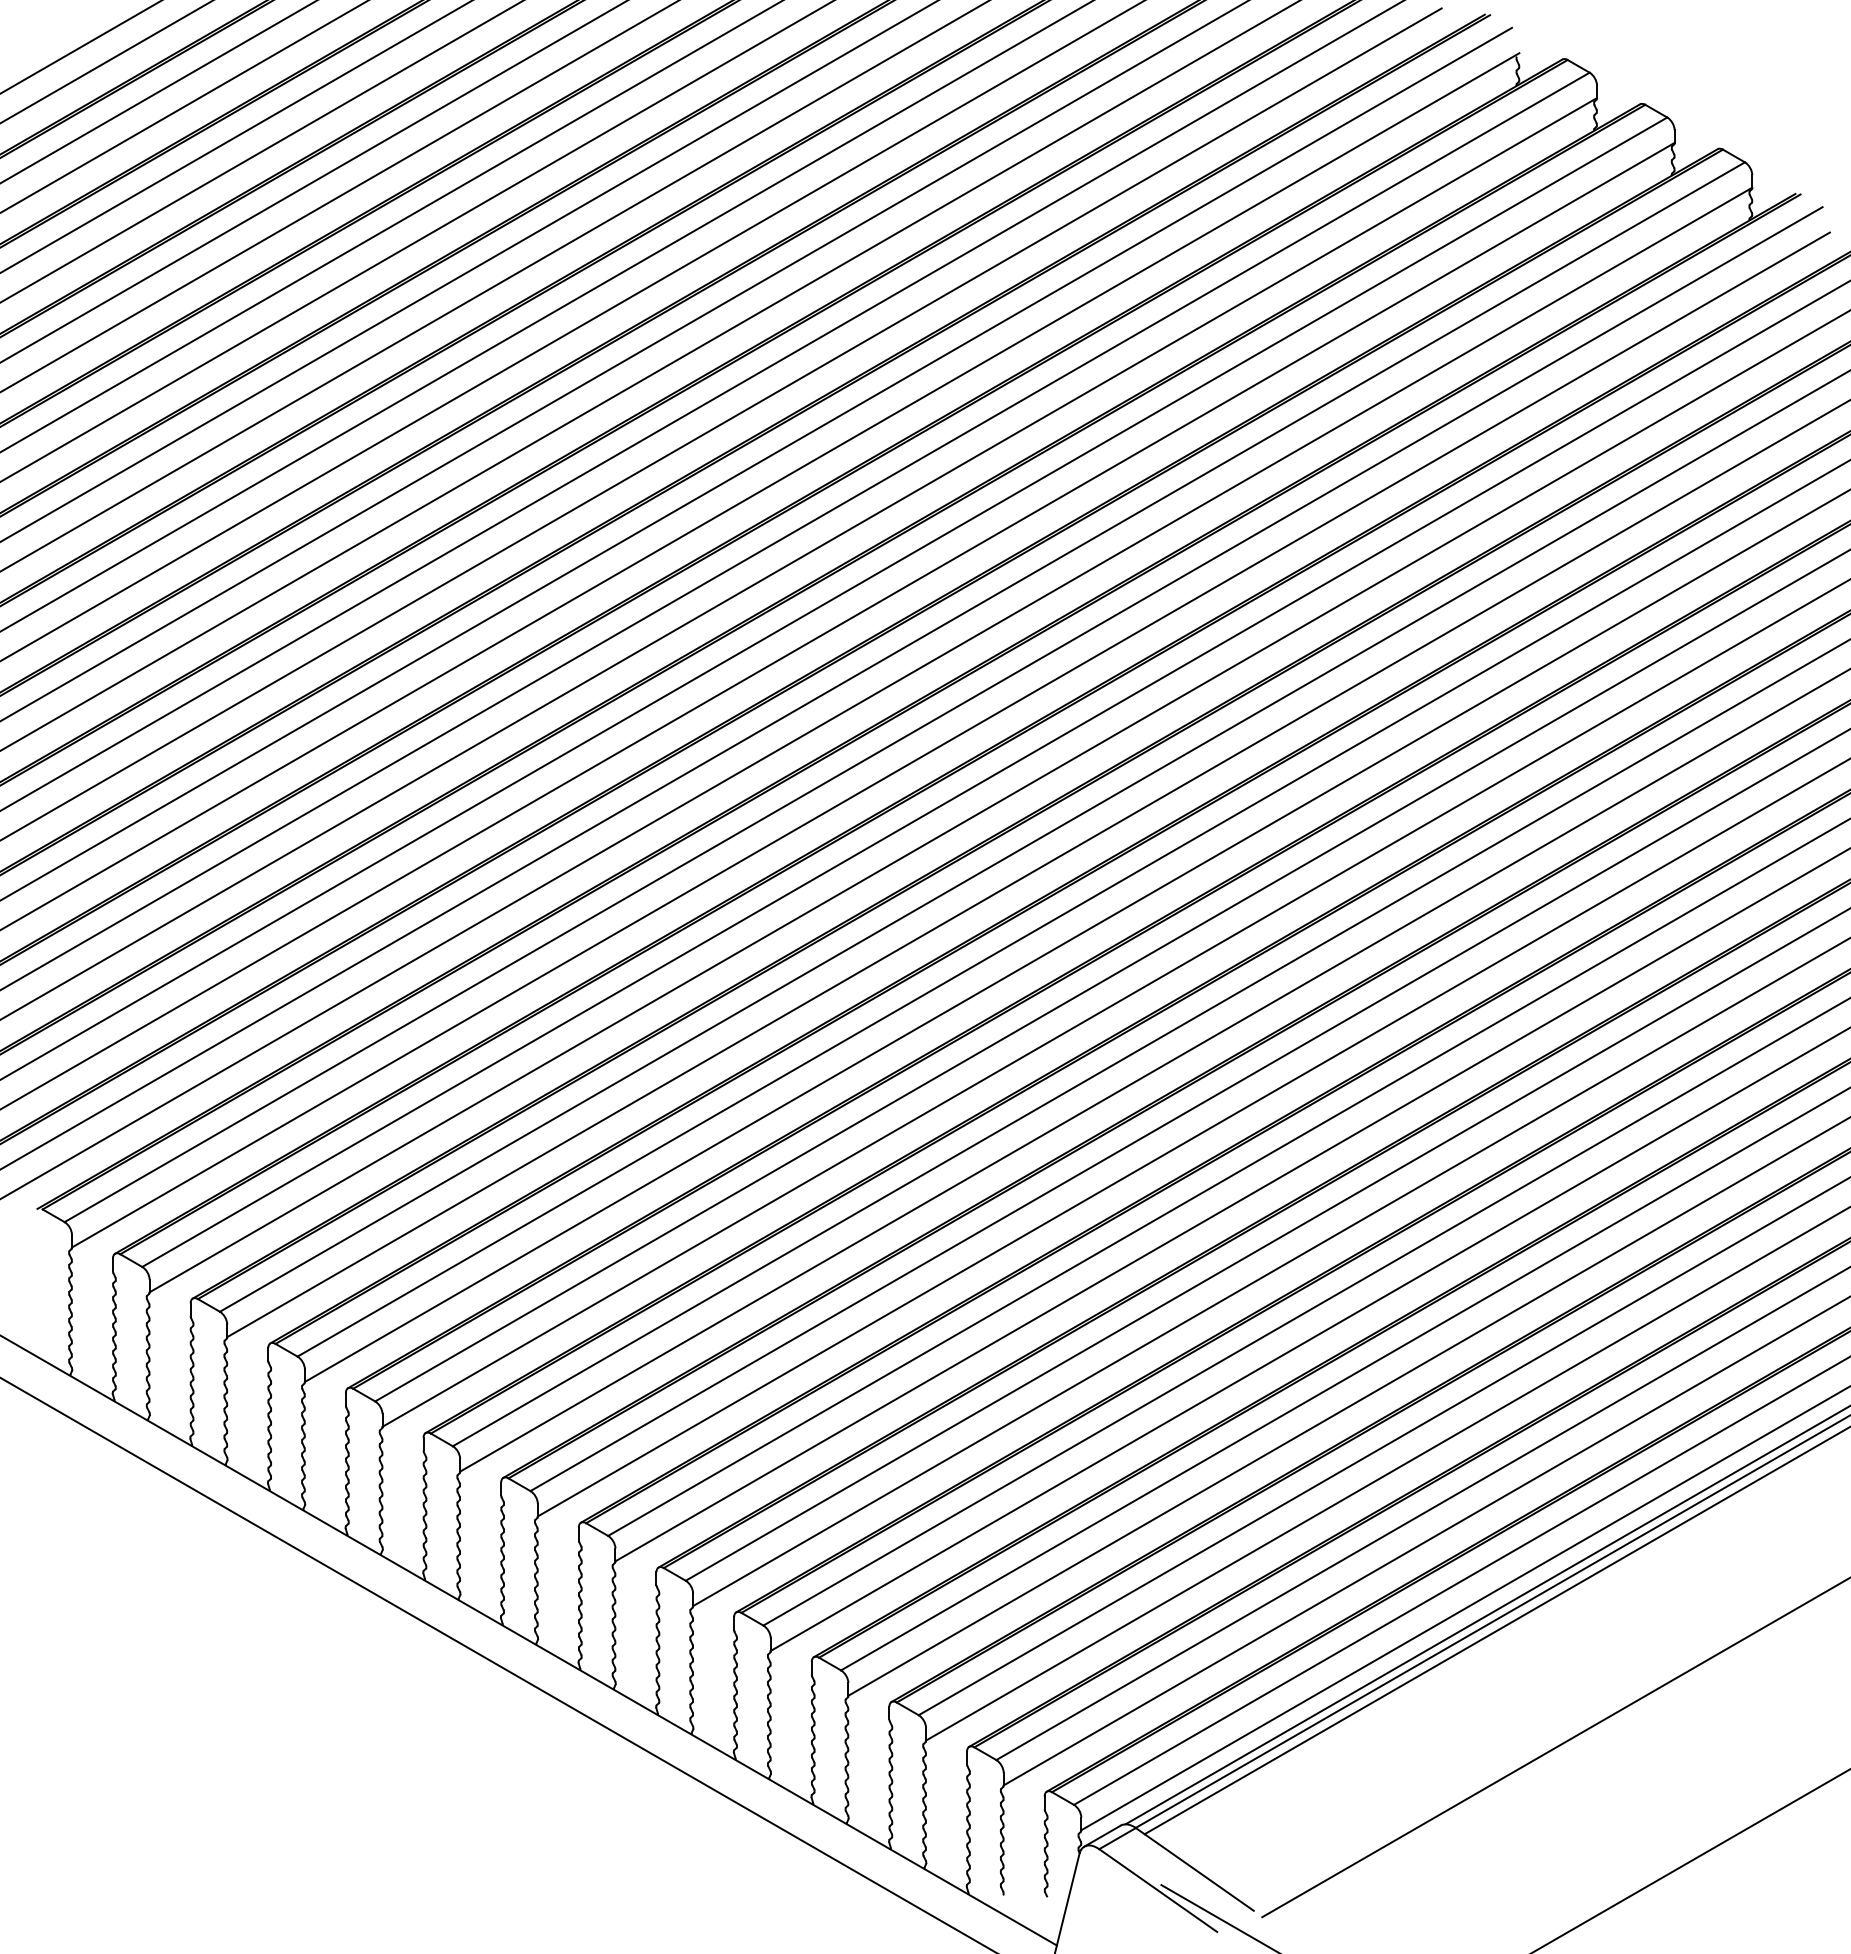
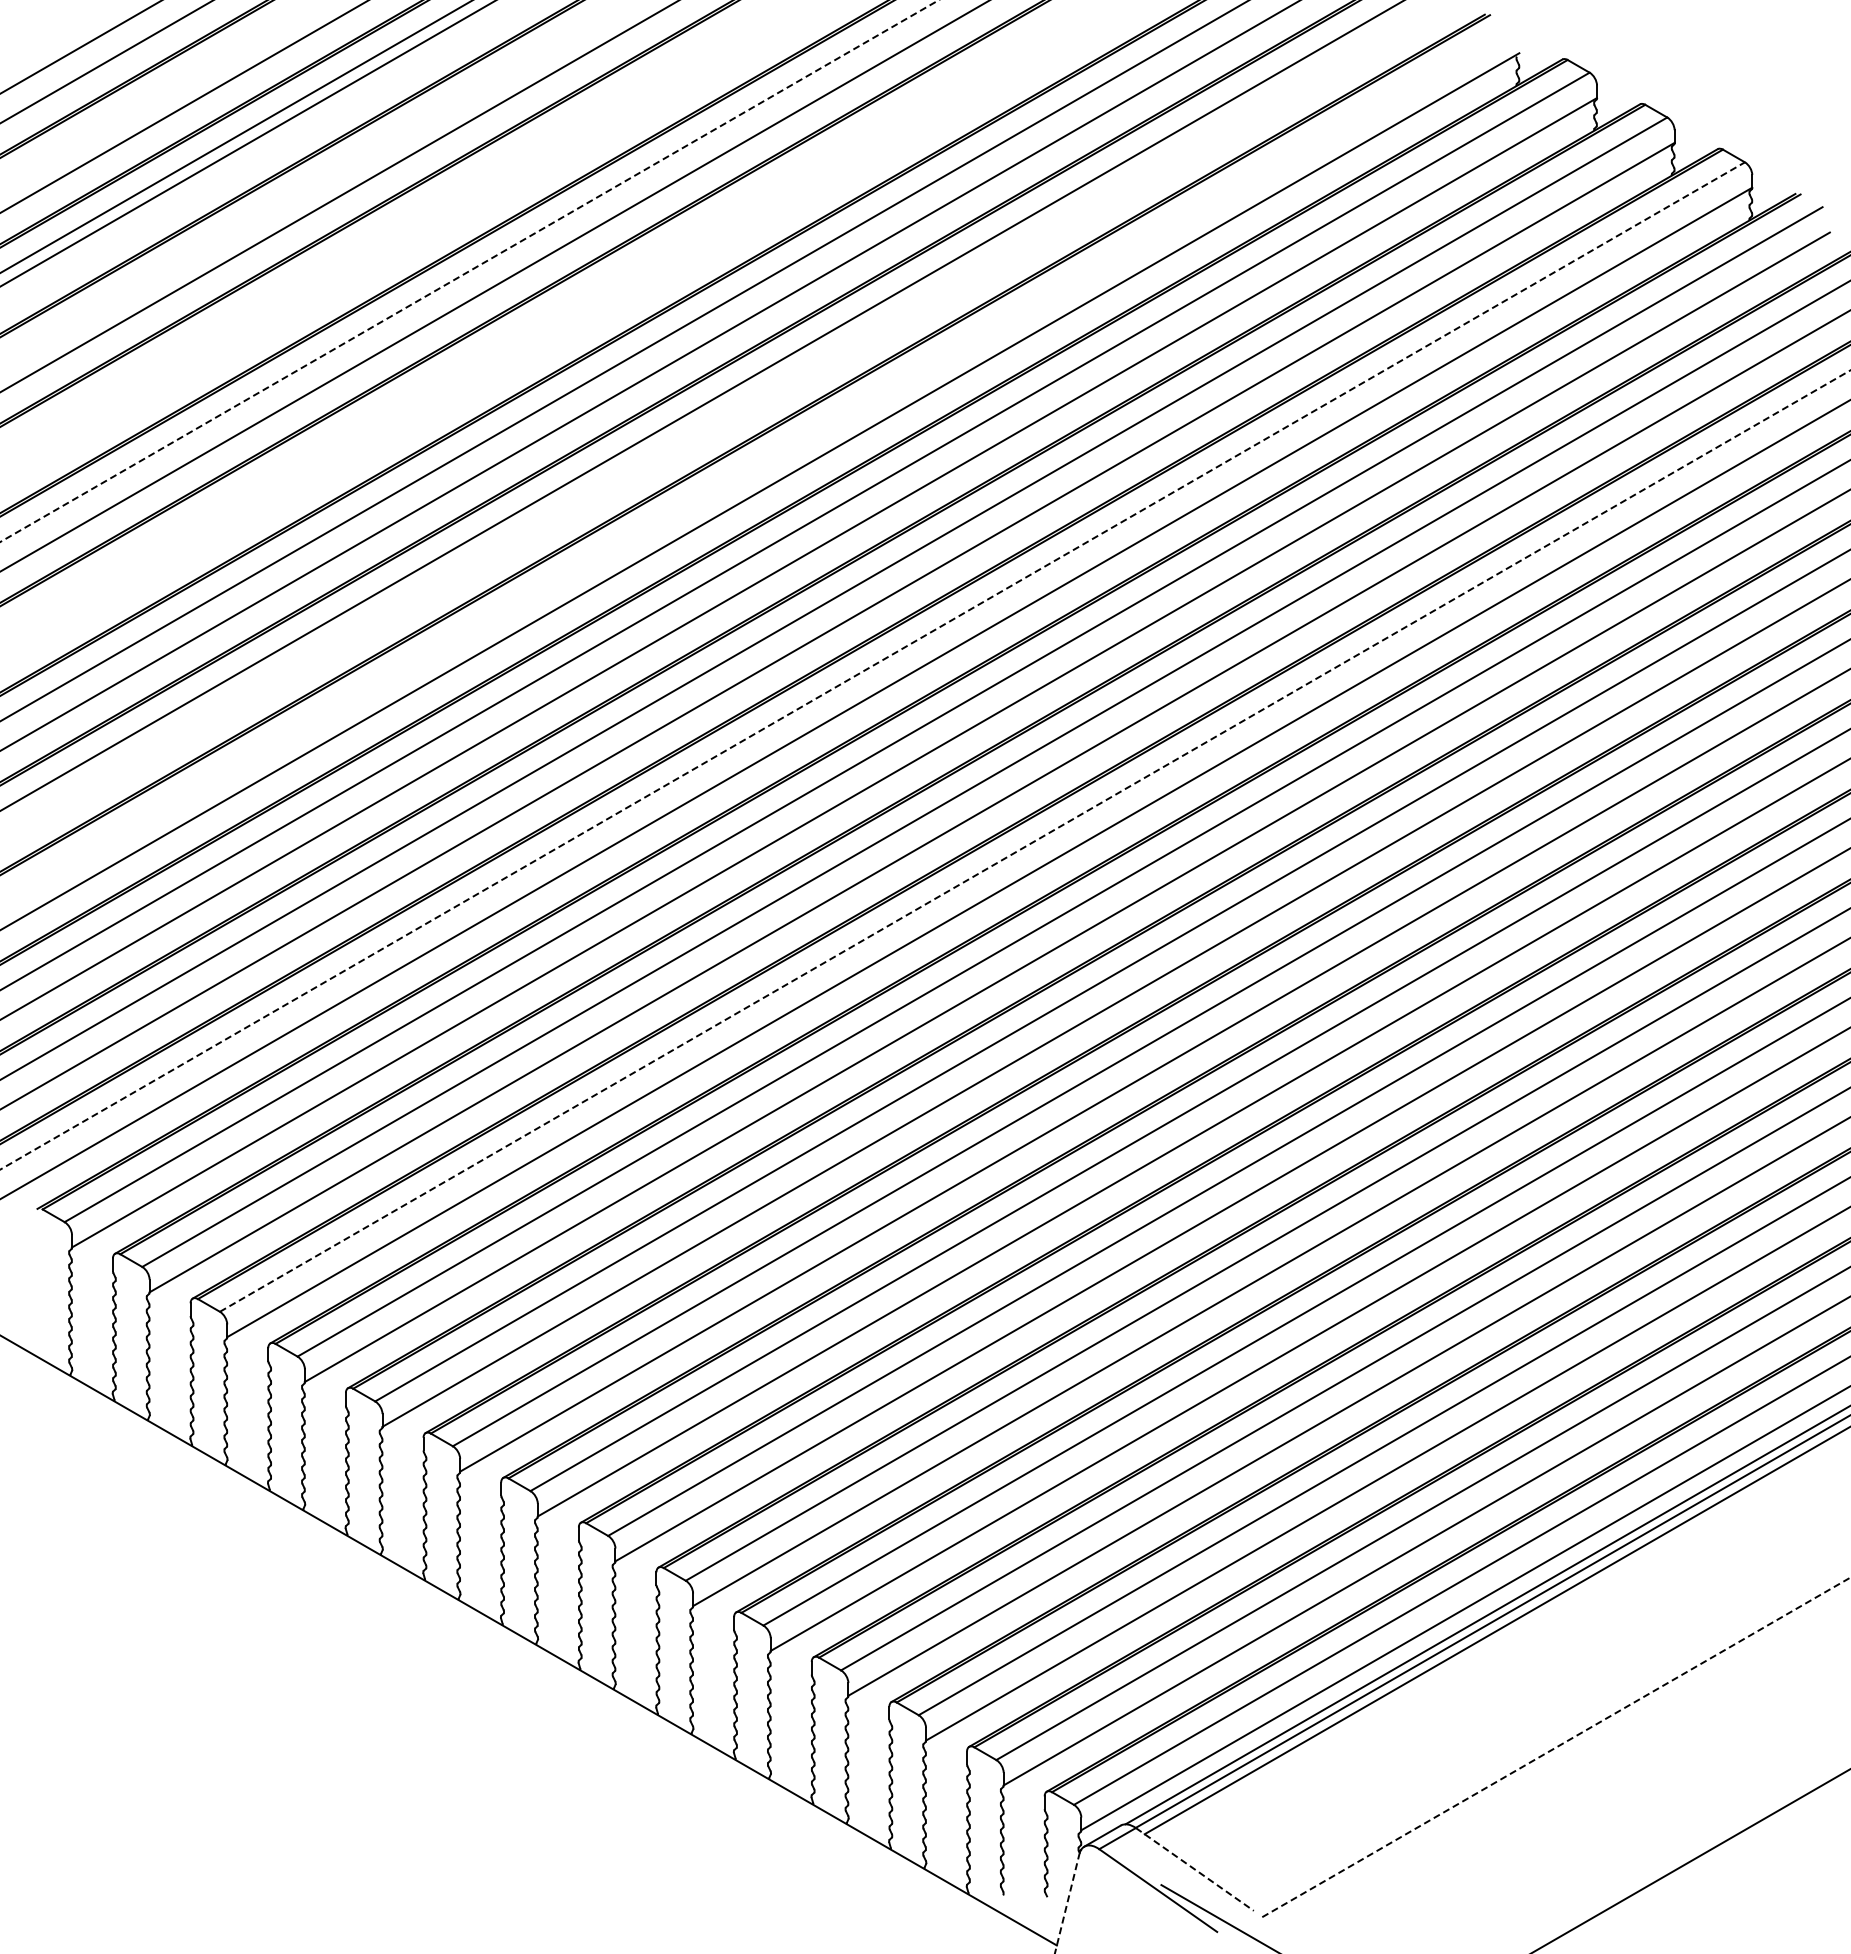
line at (157, 91): present -> none
line at (261, 151) position: (261, 151) -> (247, 143)
line at (313, 181): present -> none
line at (390, 226): present -> none
line at (416, 241): present -> none
line at (469, 271): solid -> dashed
line at (546, 316): present -> none
line at (571, 331): present -> none
line at (721, 423): present -> none
line at (757, 463): present -> none
line at (872, 665): solid -> dashed
line at (1035, 840): solid -> dashed
line at (497, 1664): present -> none
line at (1556, 1747): solid -> dashed
line at (1195, 1869): solid -> dashed
line at (1067, 1903): solid -> dashed
